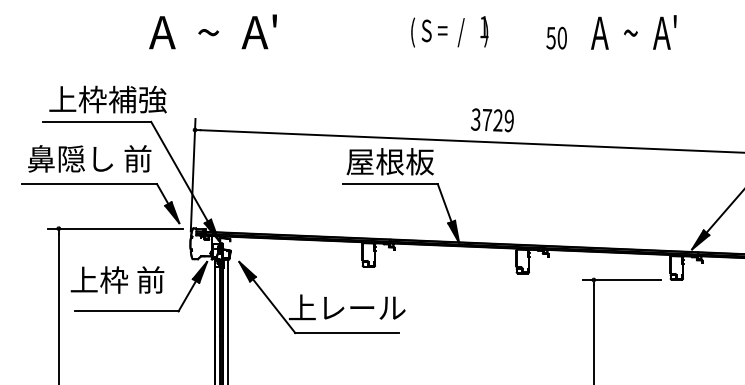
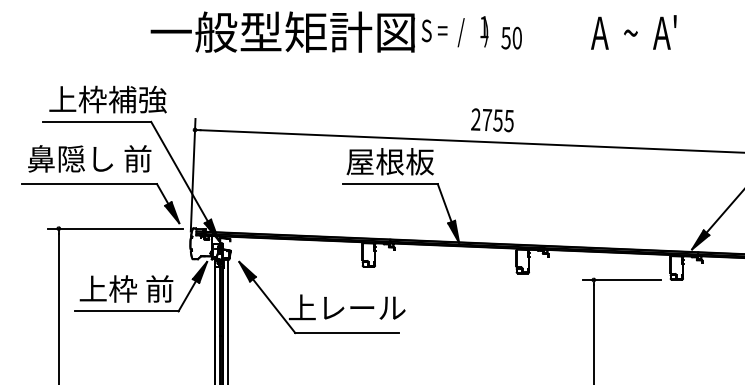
text at (281, 31): A  ~  A' -> 一般型矩計図
text at (556, 37) position: (556, 37) -> (511, 37)
text at (492, 120): 3729 -> 2755
text at (117, 279) position: (117, 279) -> (126, 288)
